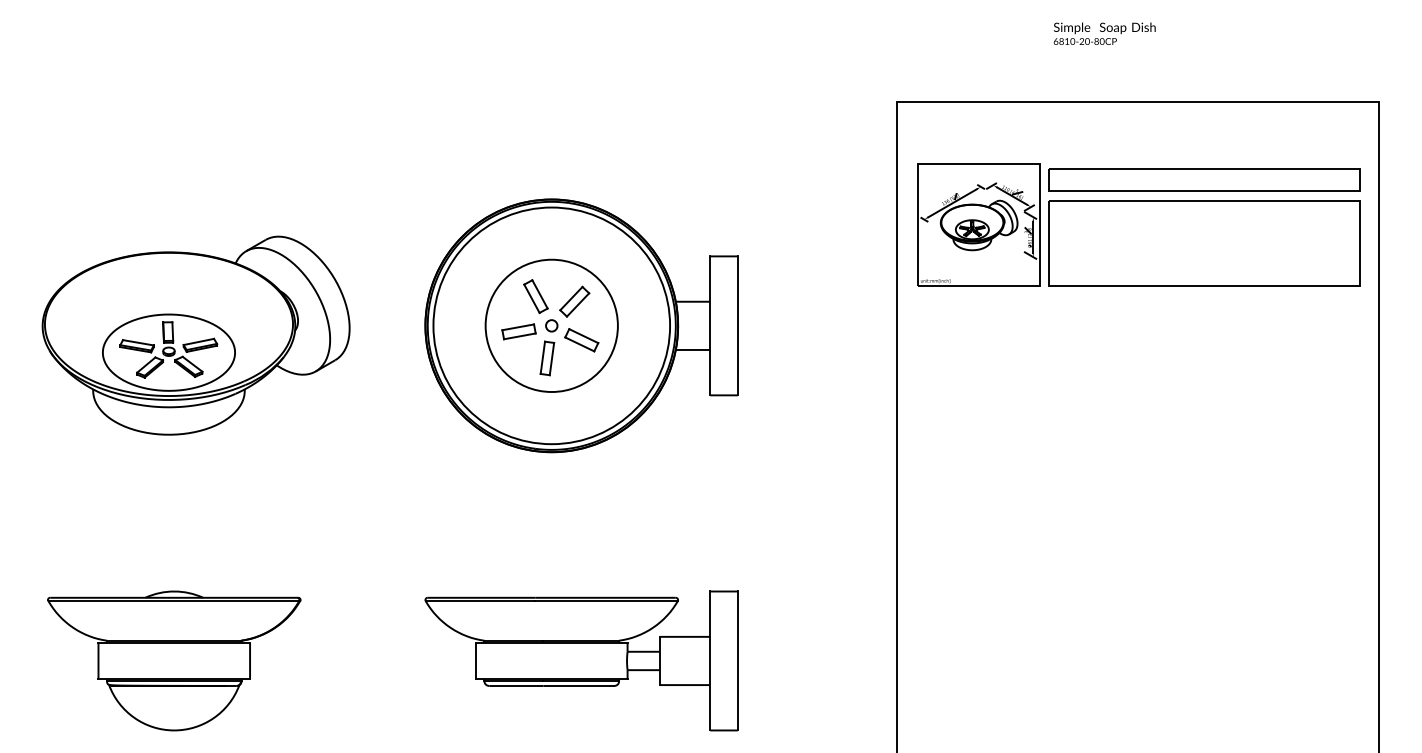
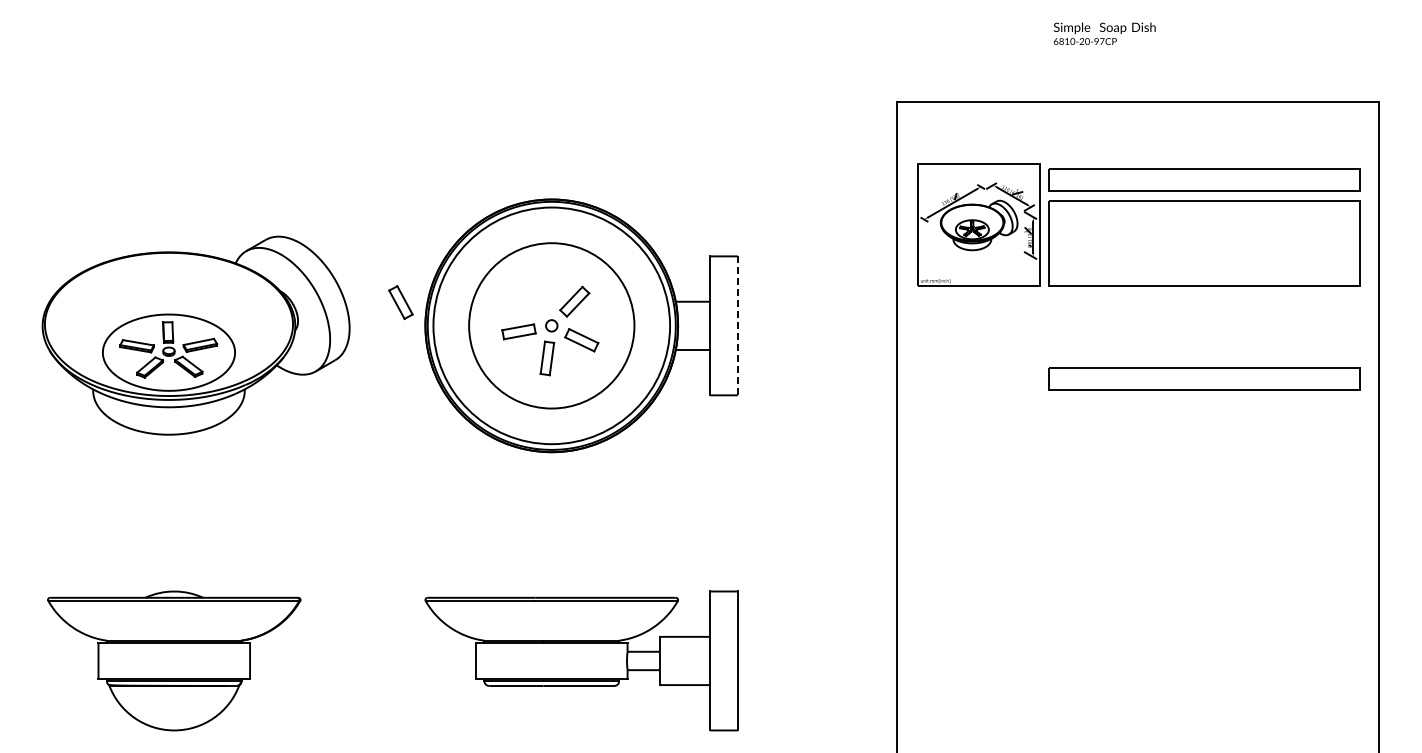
text at (1099, 41): 6810-20-80CP -> 6810-20-97CP
part at (535, 296) position: (535, 296) -> (400, 302)
circle at (551, 325) diameter: 132 px -> 165 px
line at (737, 326): solid -> dashed
part at (1204, 378): none -> present
